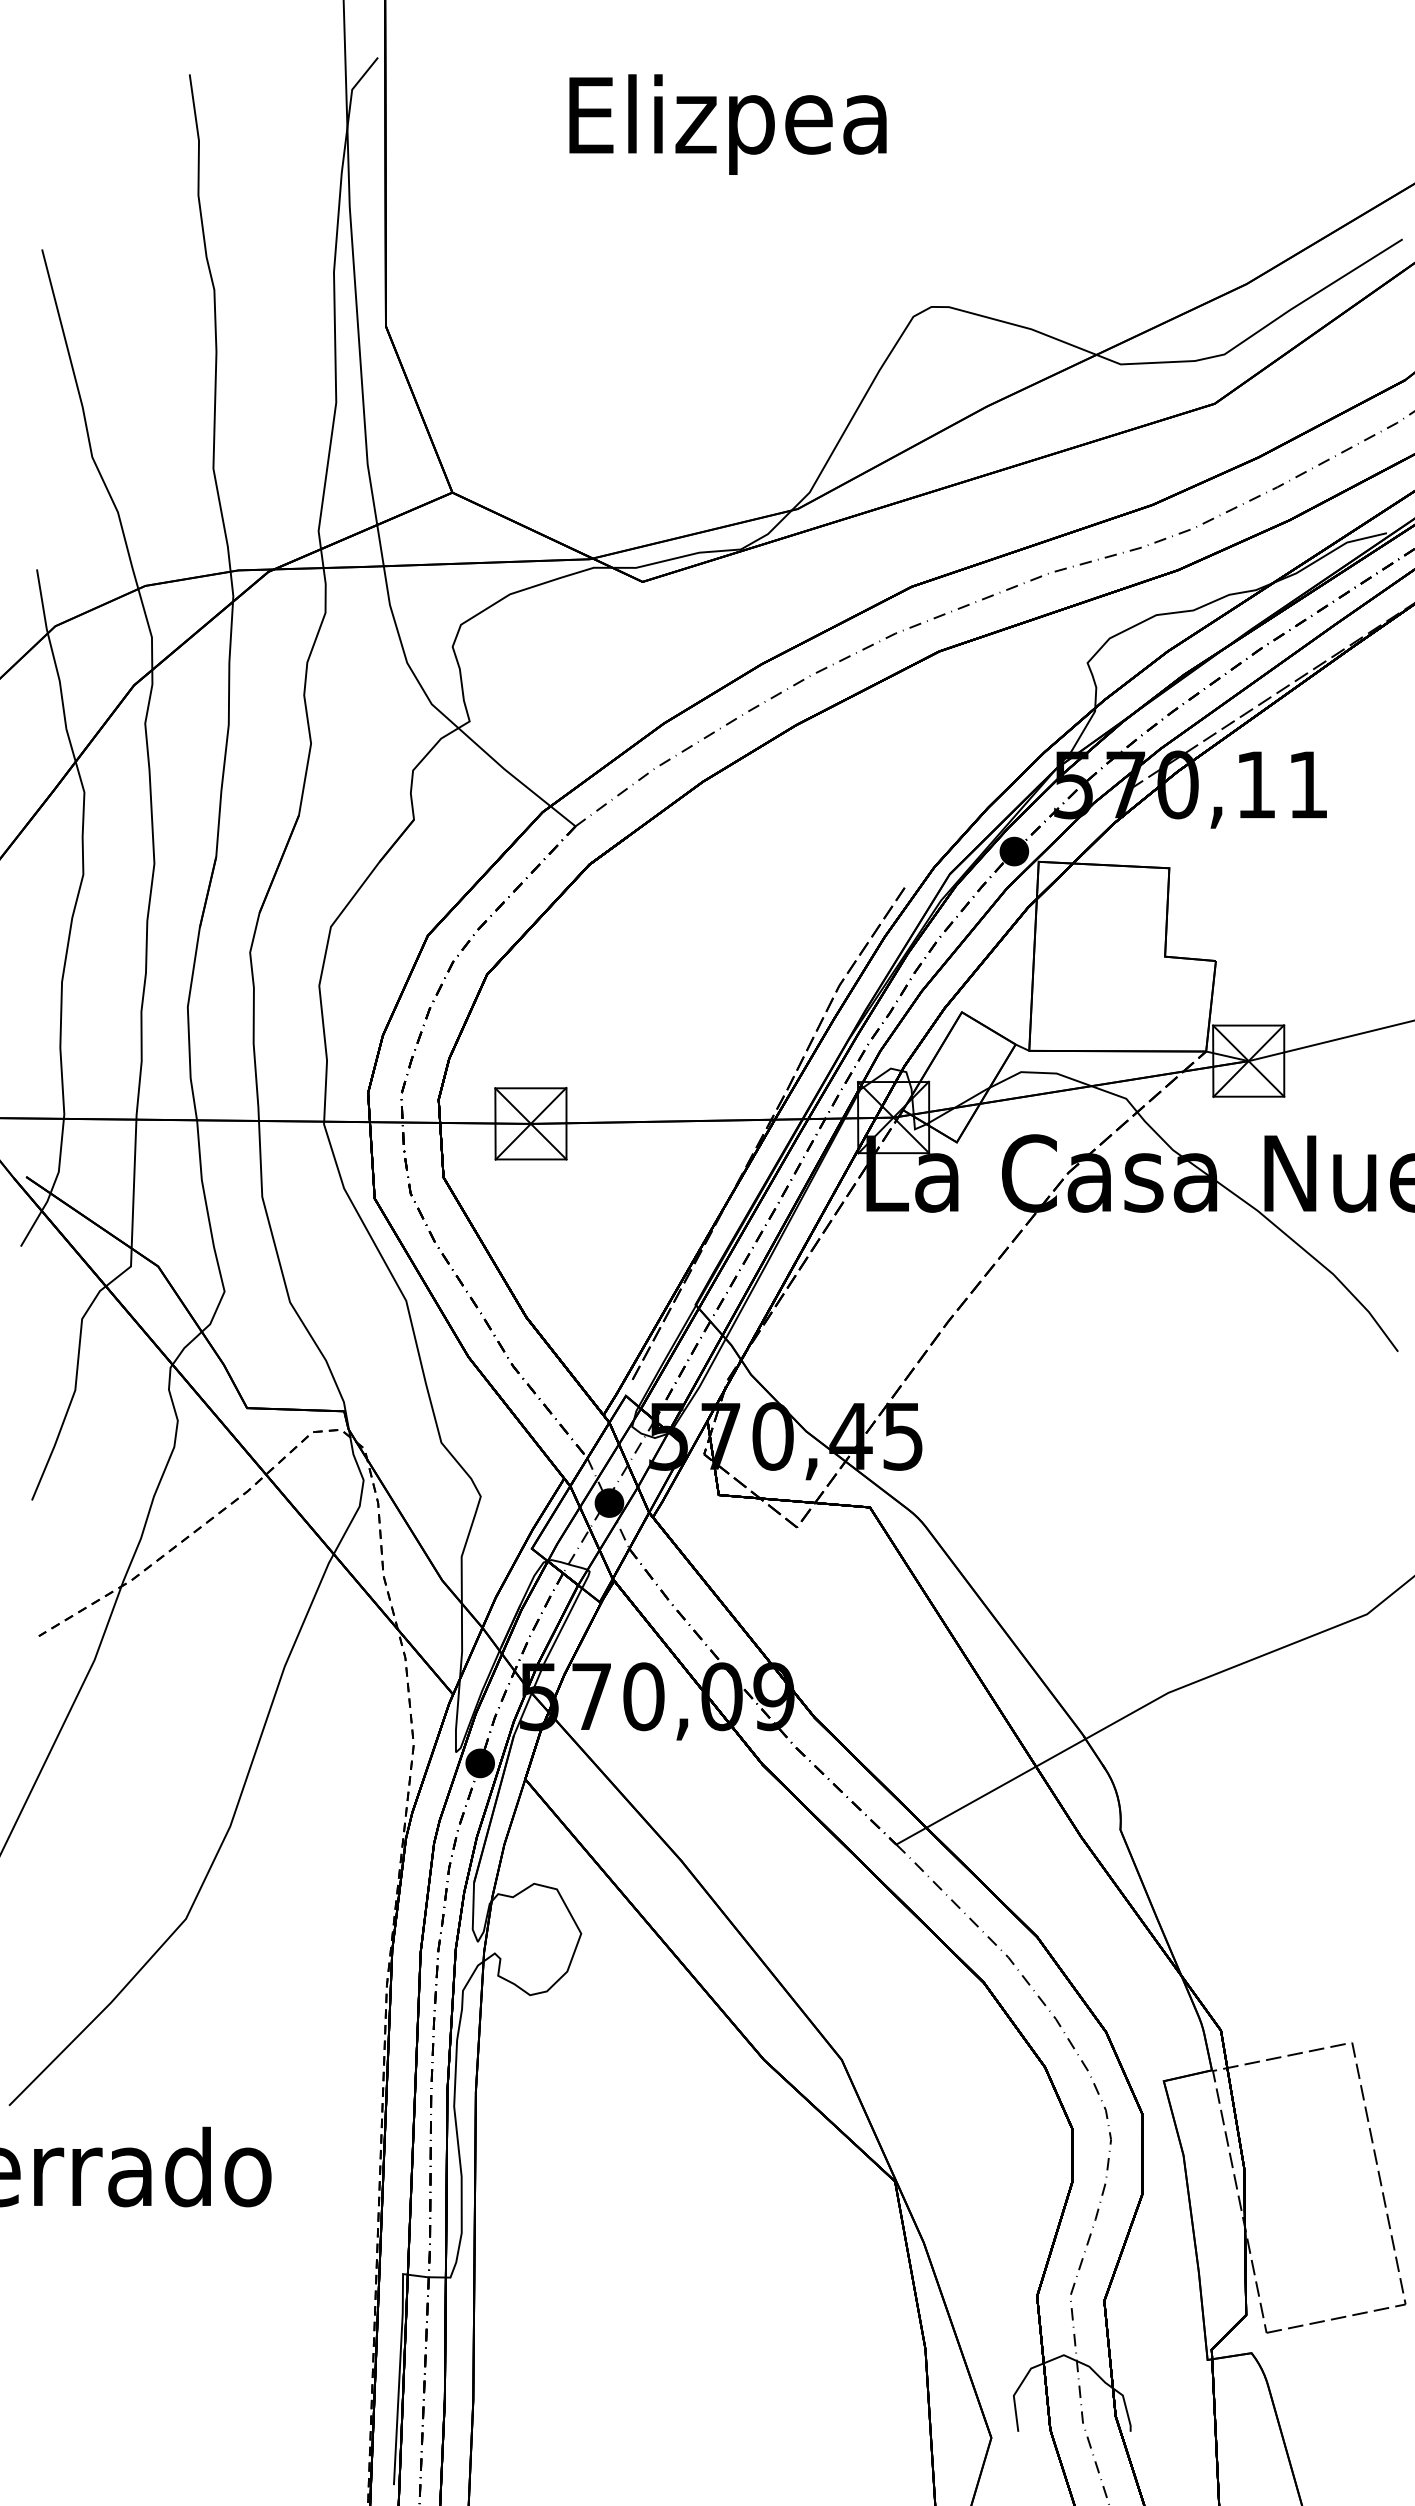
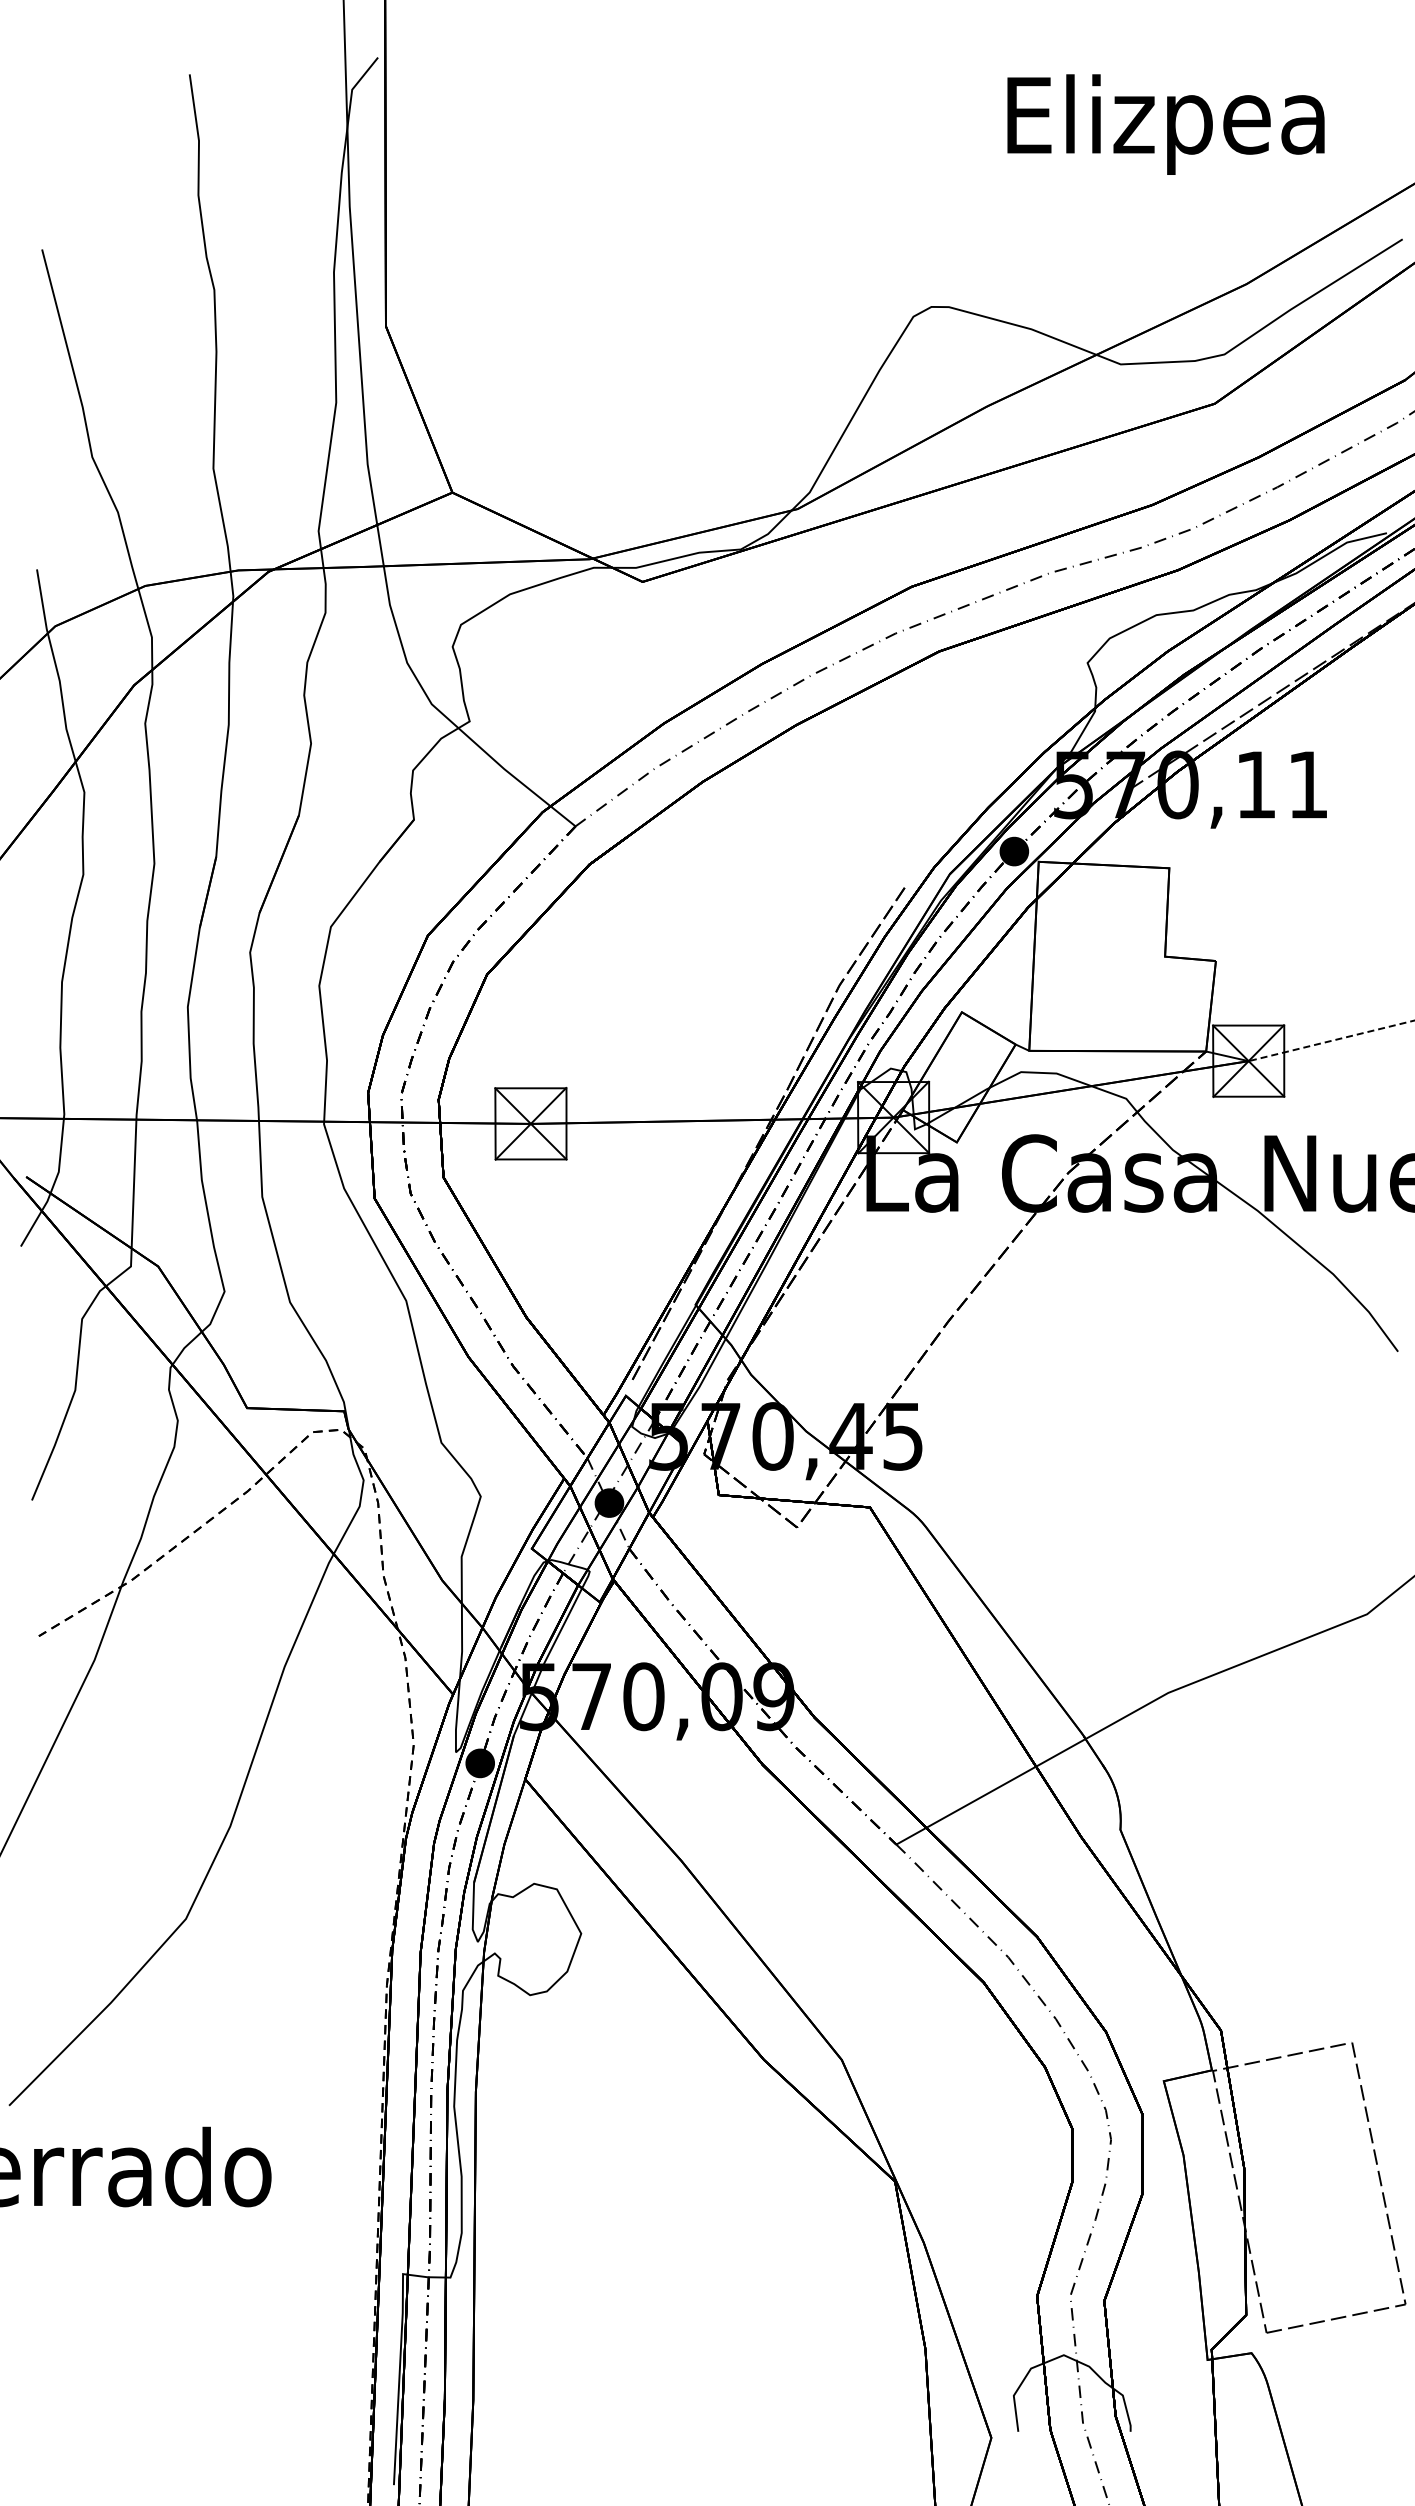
text at (727, 124) position: (727, 124) -> (1165, 124)
line at (1331, 1040): solid -> dashed
